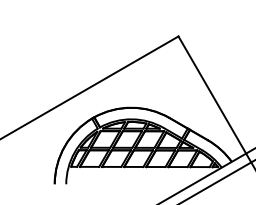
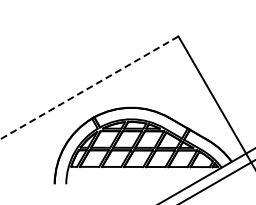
line at (89, 87): solid -> dashed
